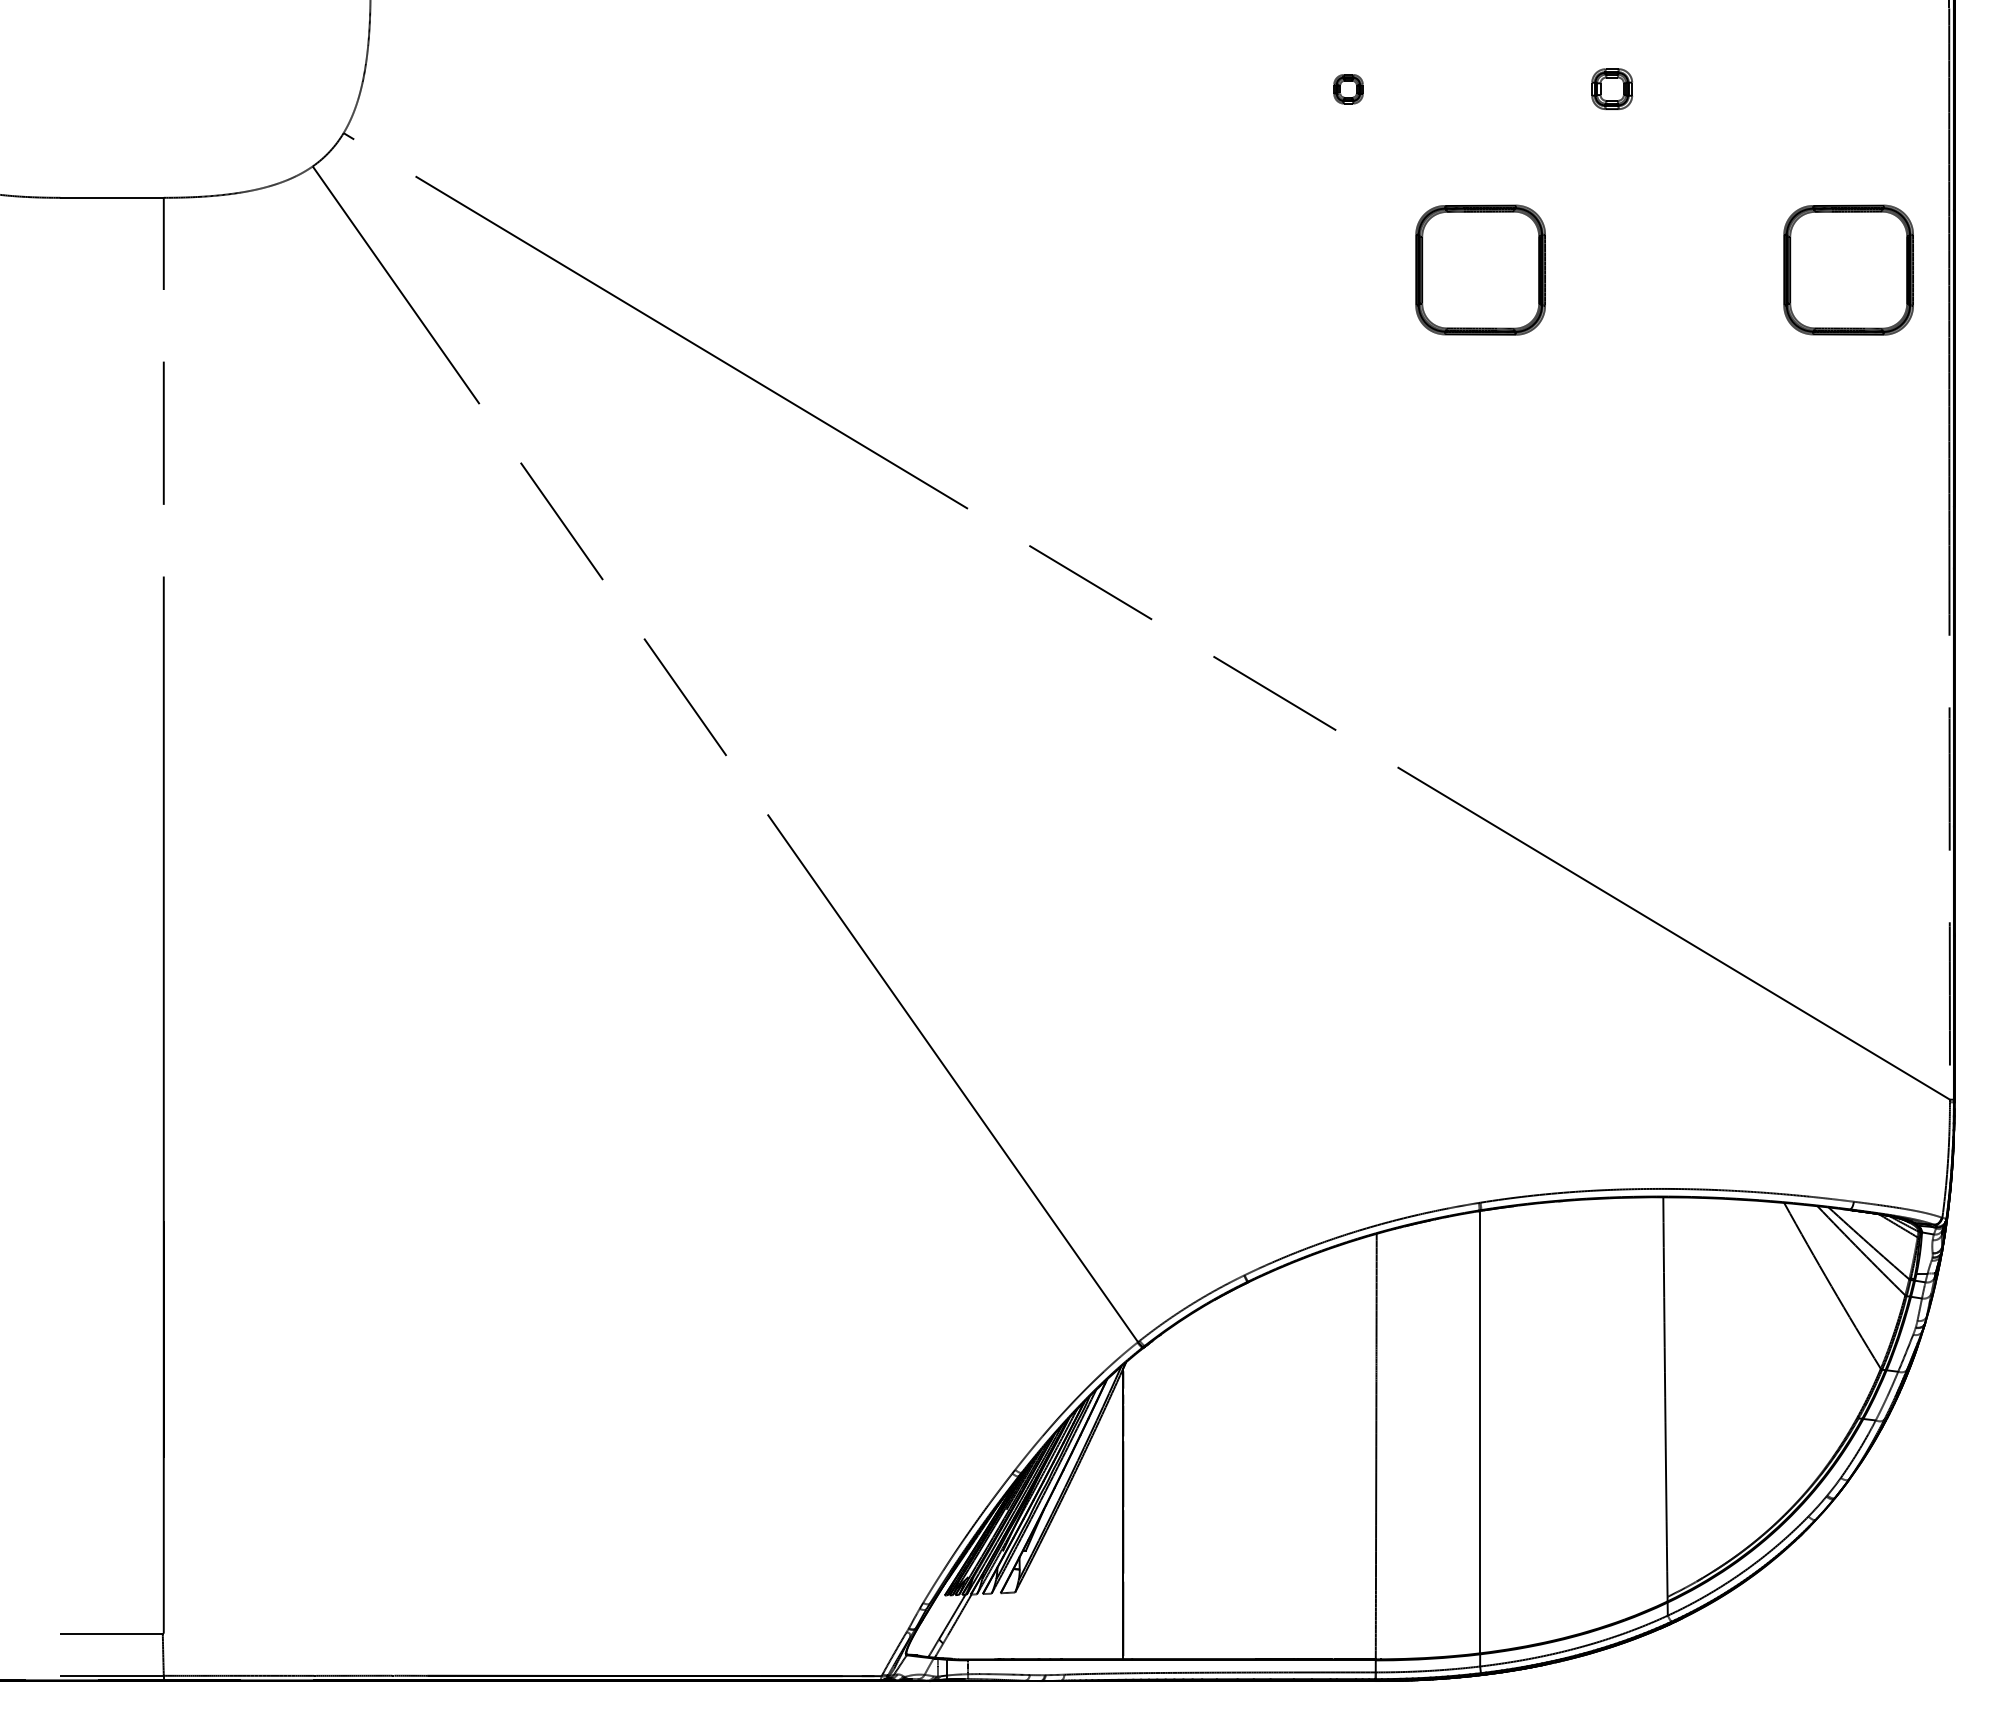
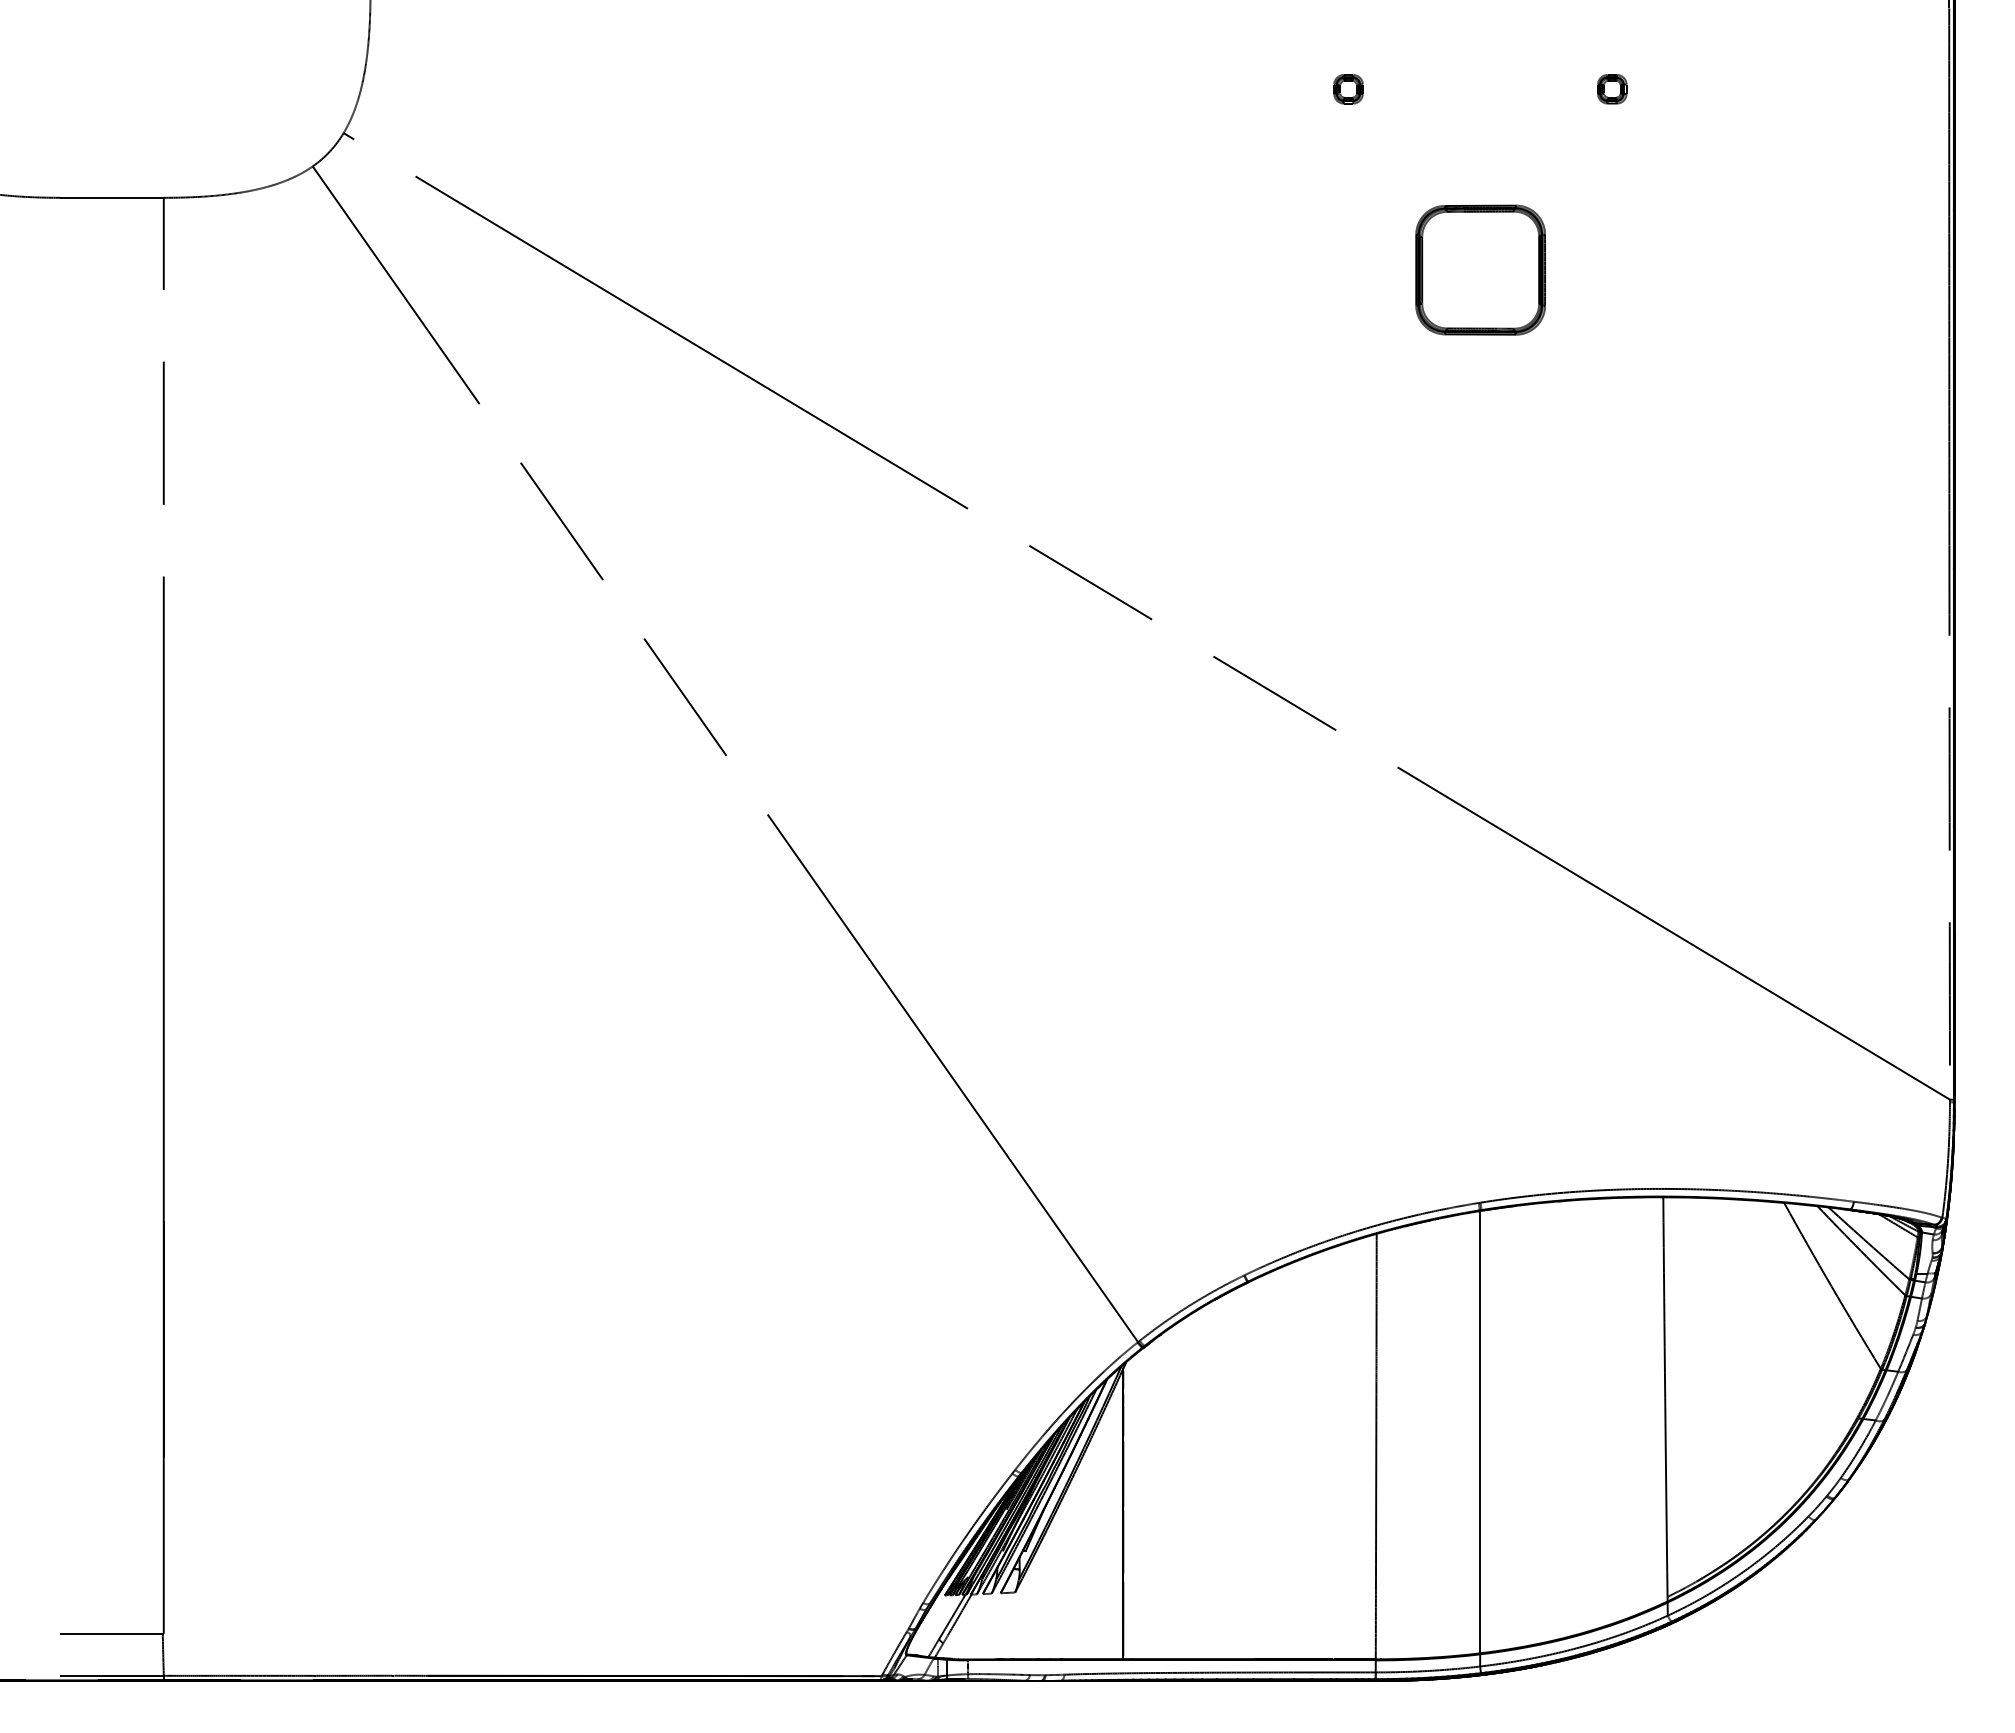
part at (1612, 88) size: 43x42 px -> 31x31 px
part at (1848, 269): present -> none
